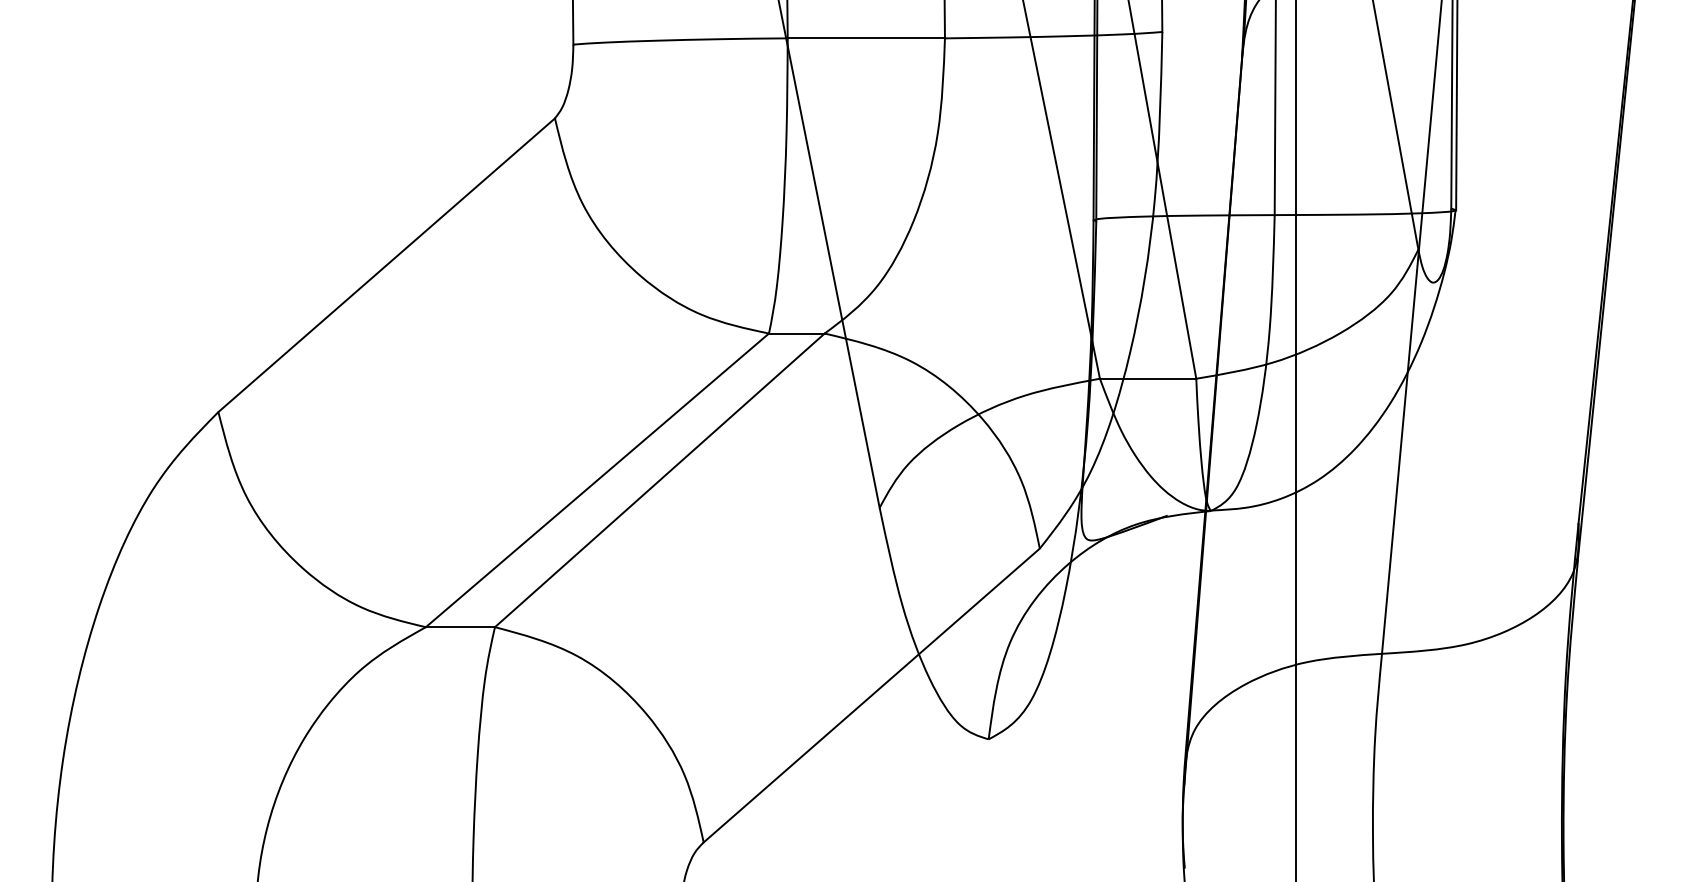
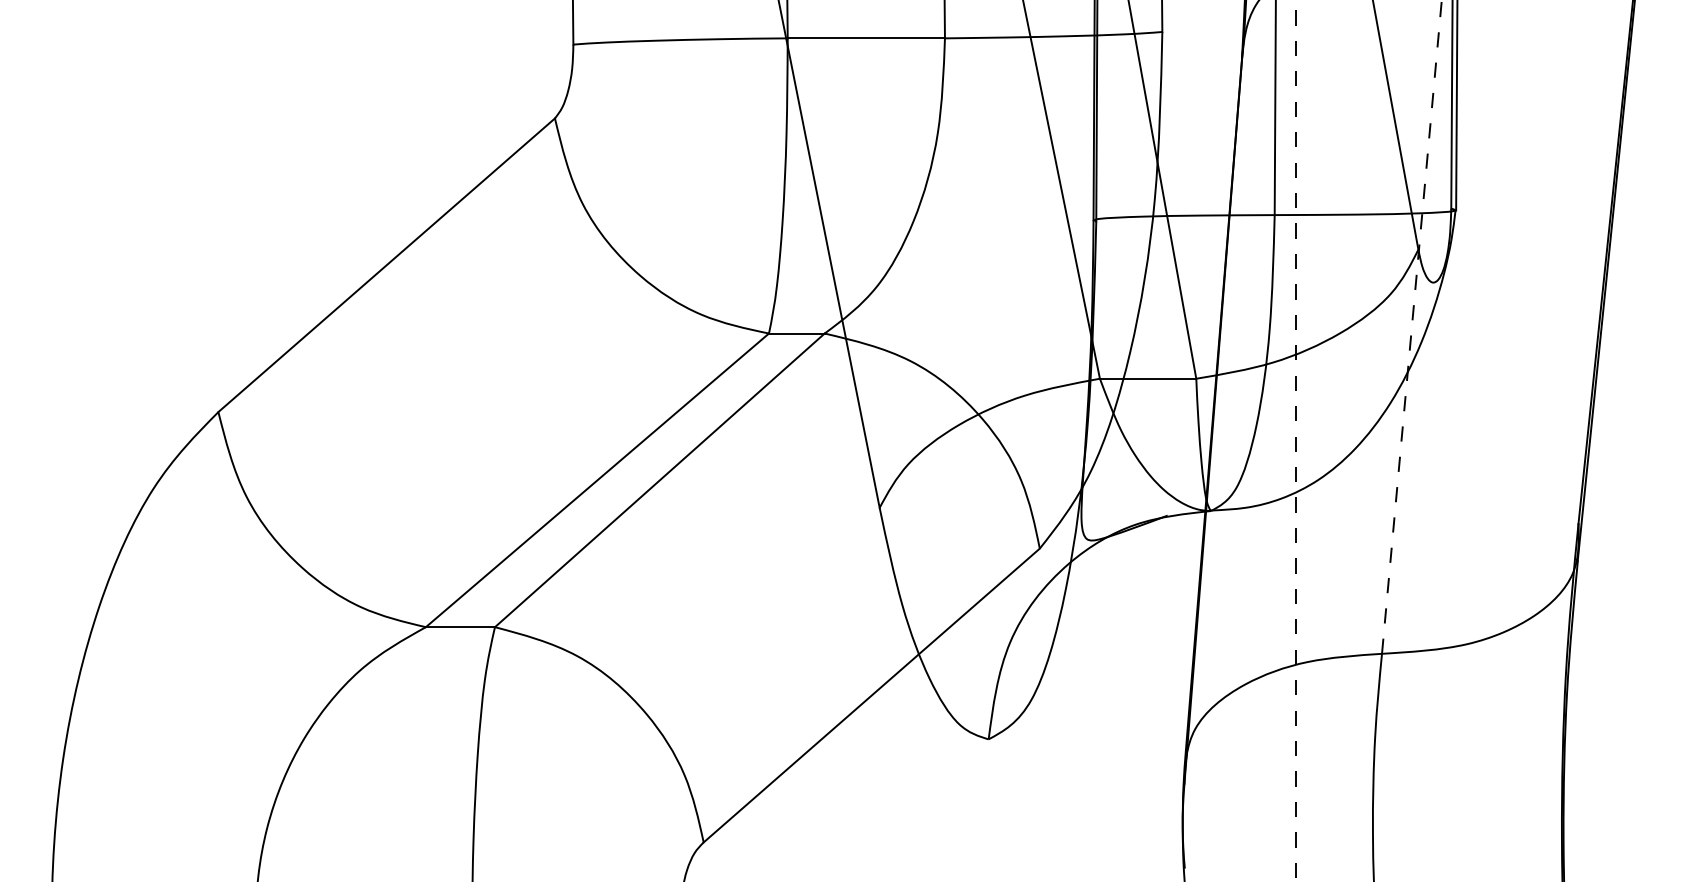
line at (1411, 327): solid -> dashed
line at (1296, 440): solid -> dashed
